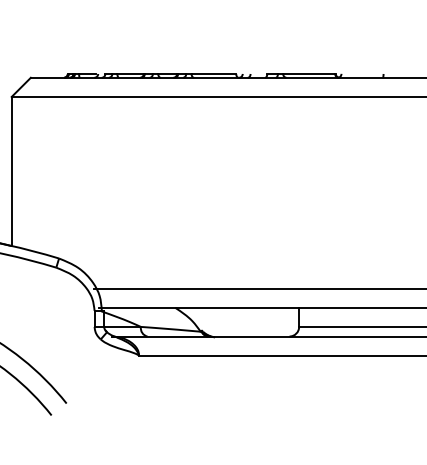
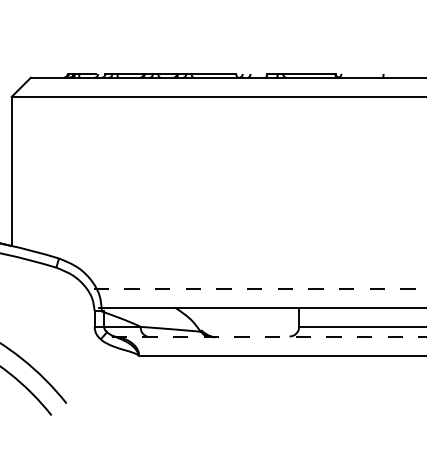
line at (260, 288): solid -> dashed
line at (269, 336): solid -> dashed
